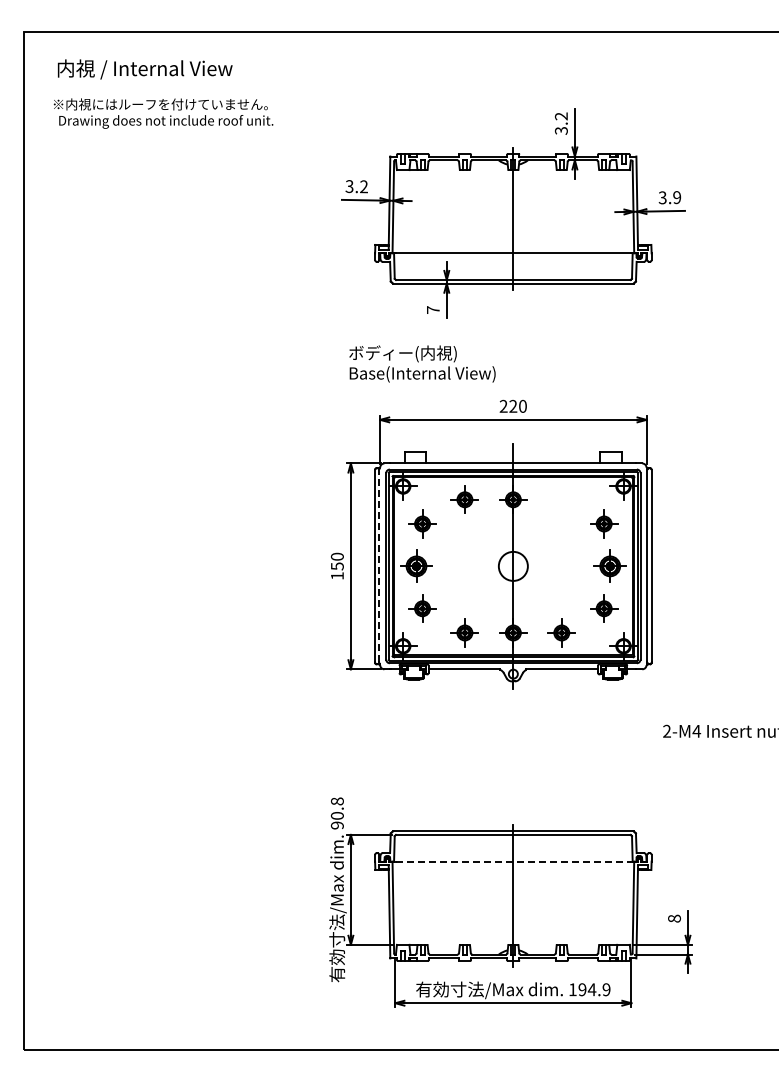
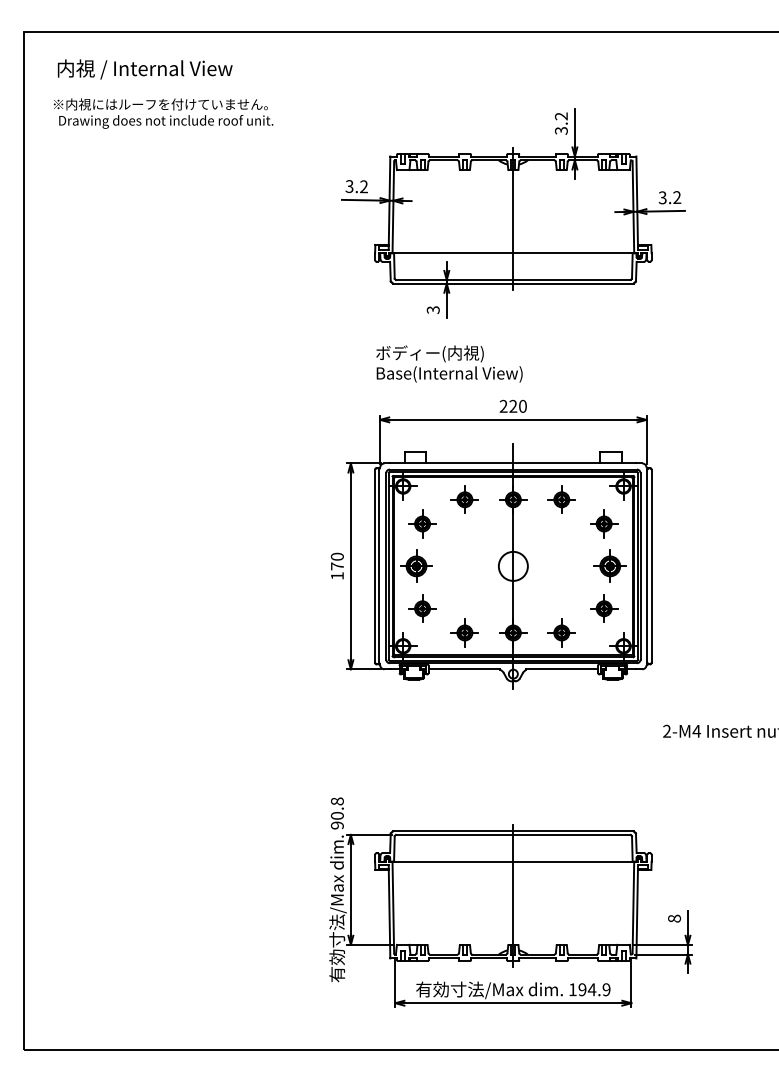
text at (677, 197): 3.9 -> 3.2
text at (432, 310): 7 -> 3
text at (422, 363) position: (422, 363) -> (449, 363)
part at (561, 499): none -> present
line at (379, 565): dashed -> solid
text at (337, 566): 150 -> 170
line at (513, 861): dashed -> solid
